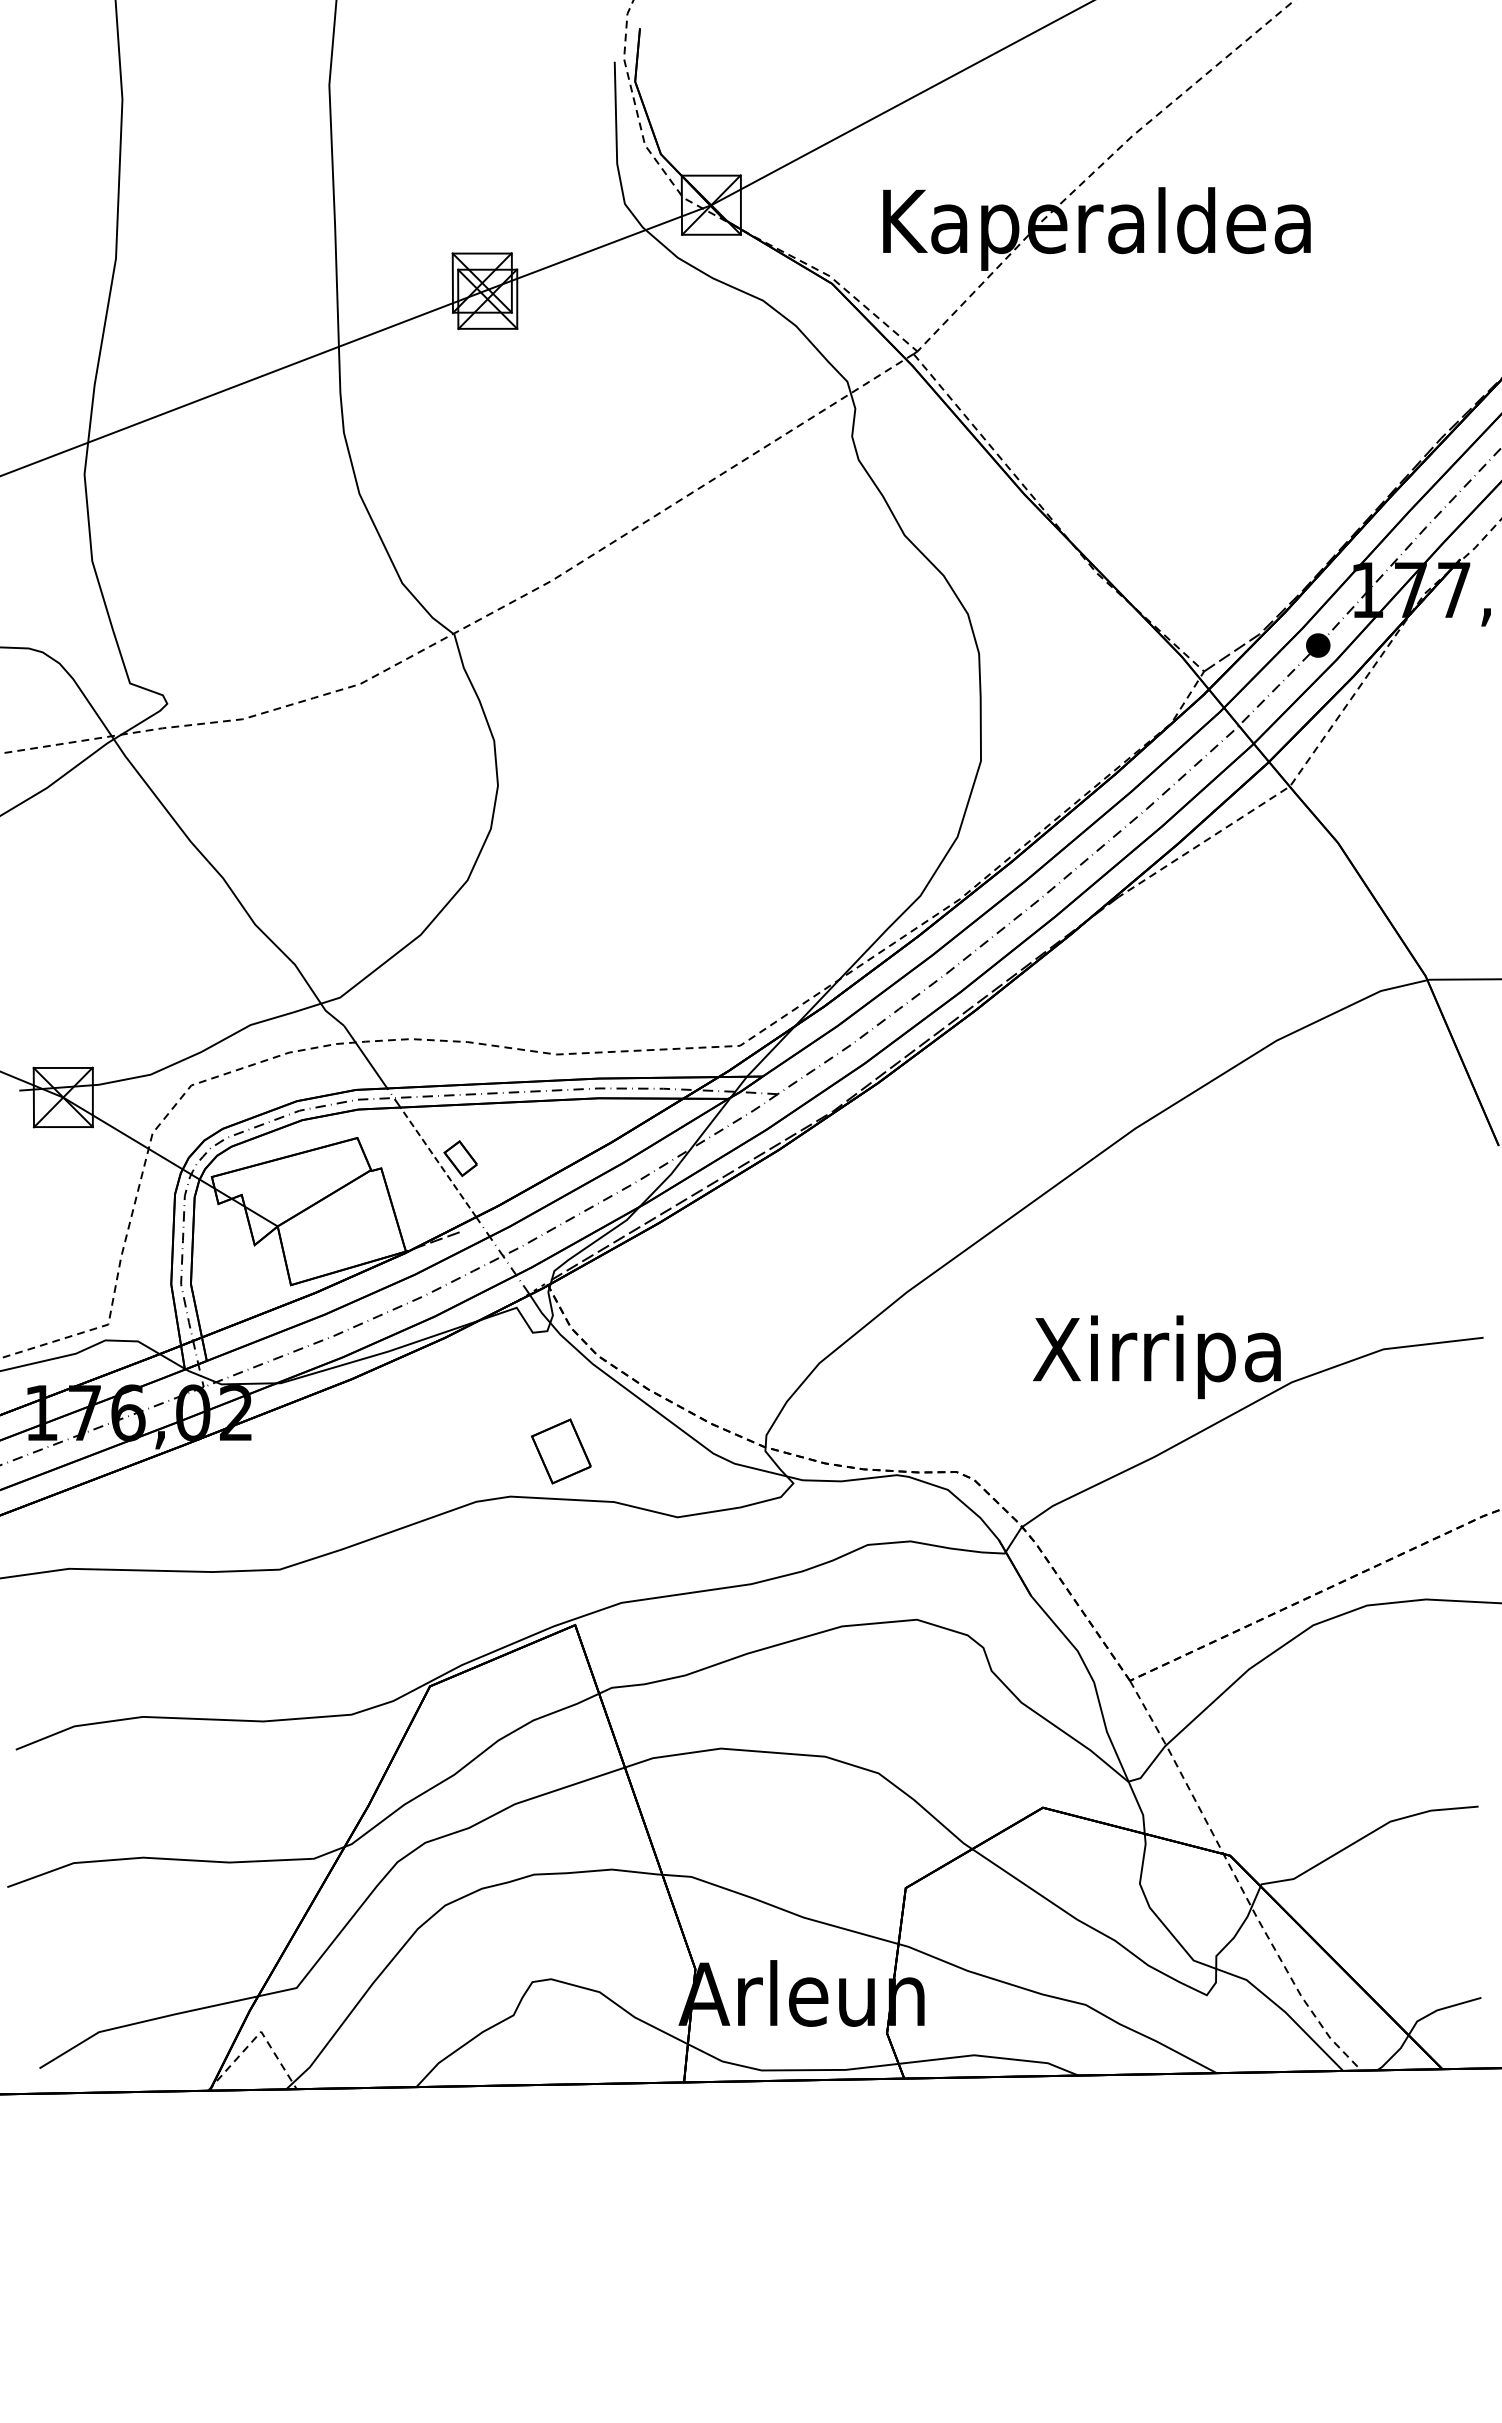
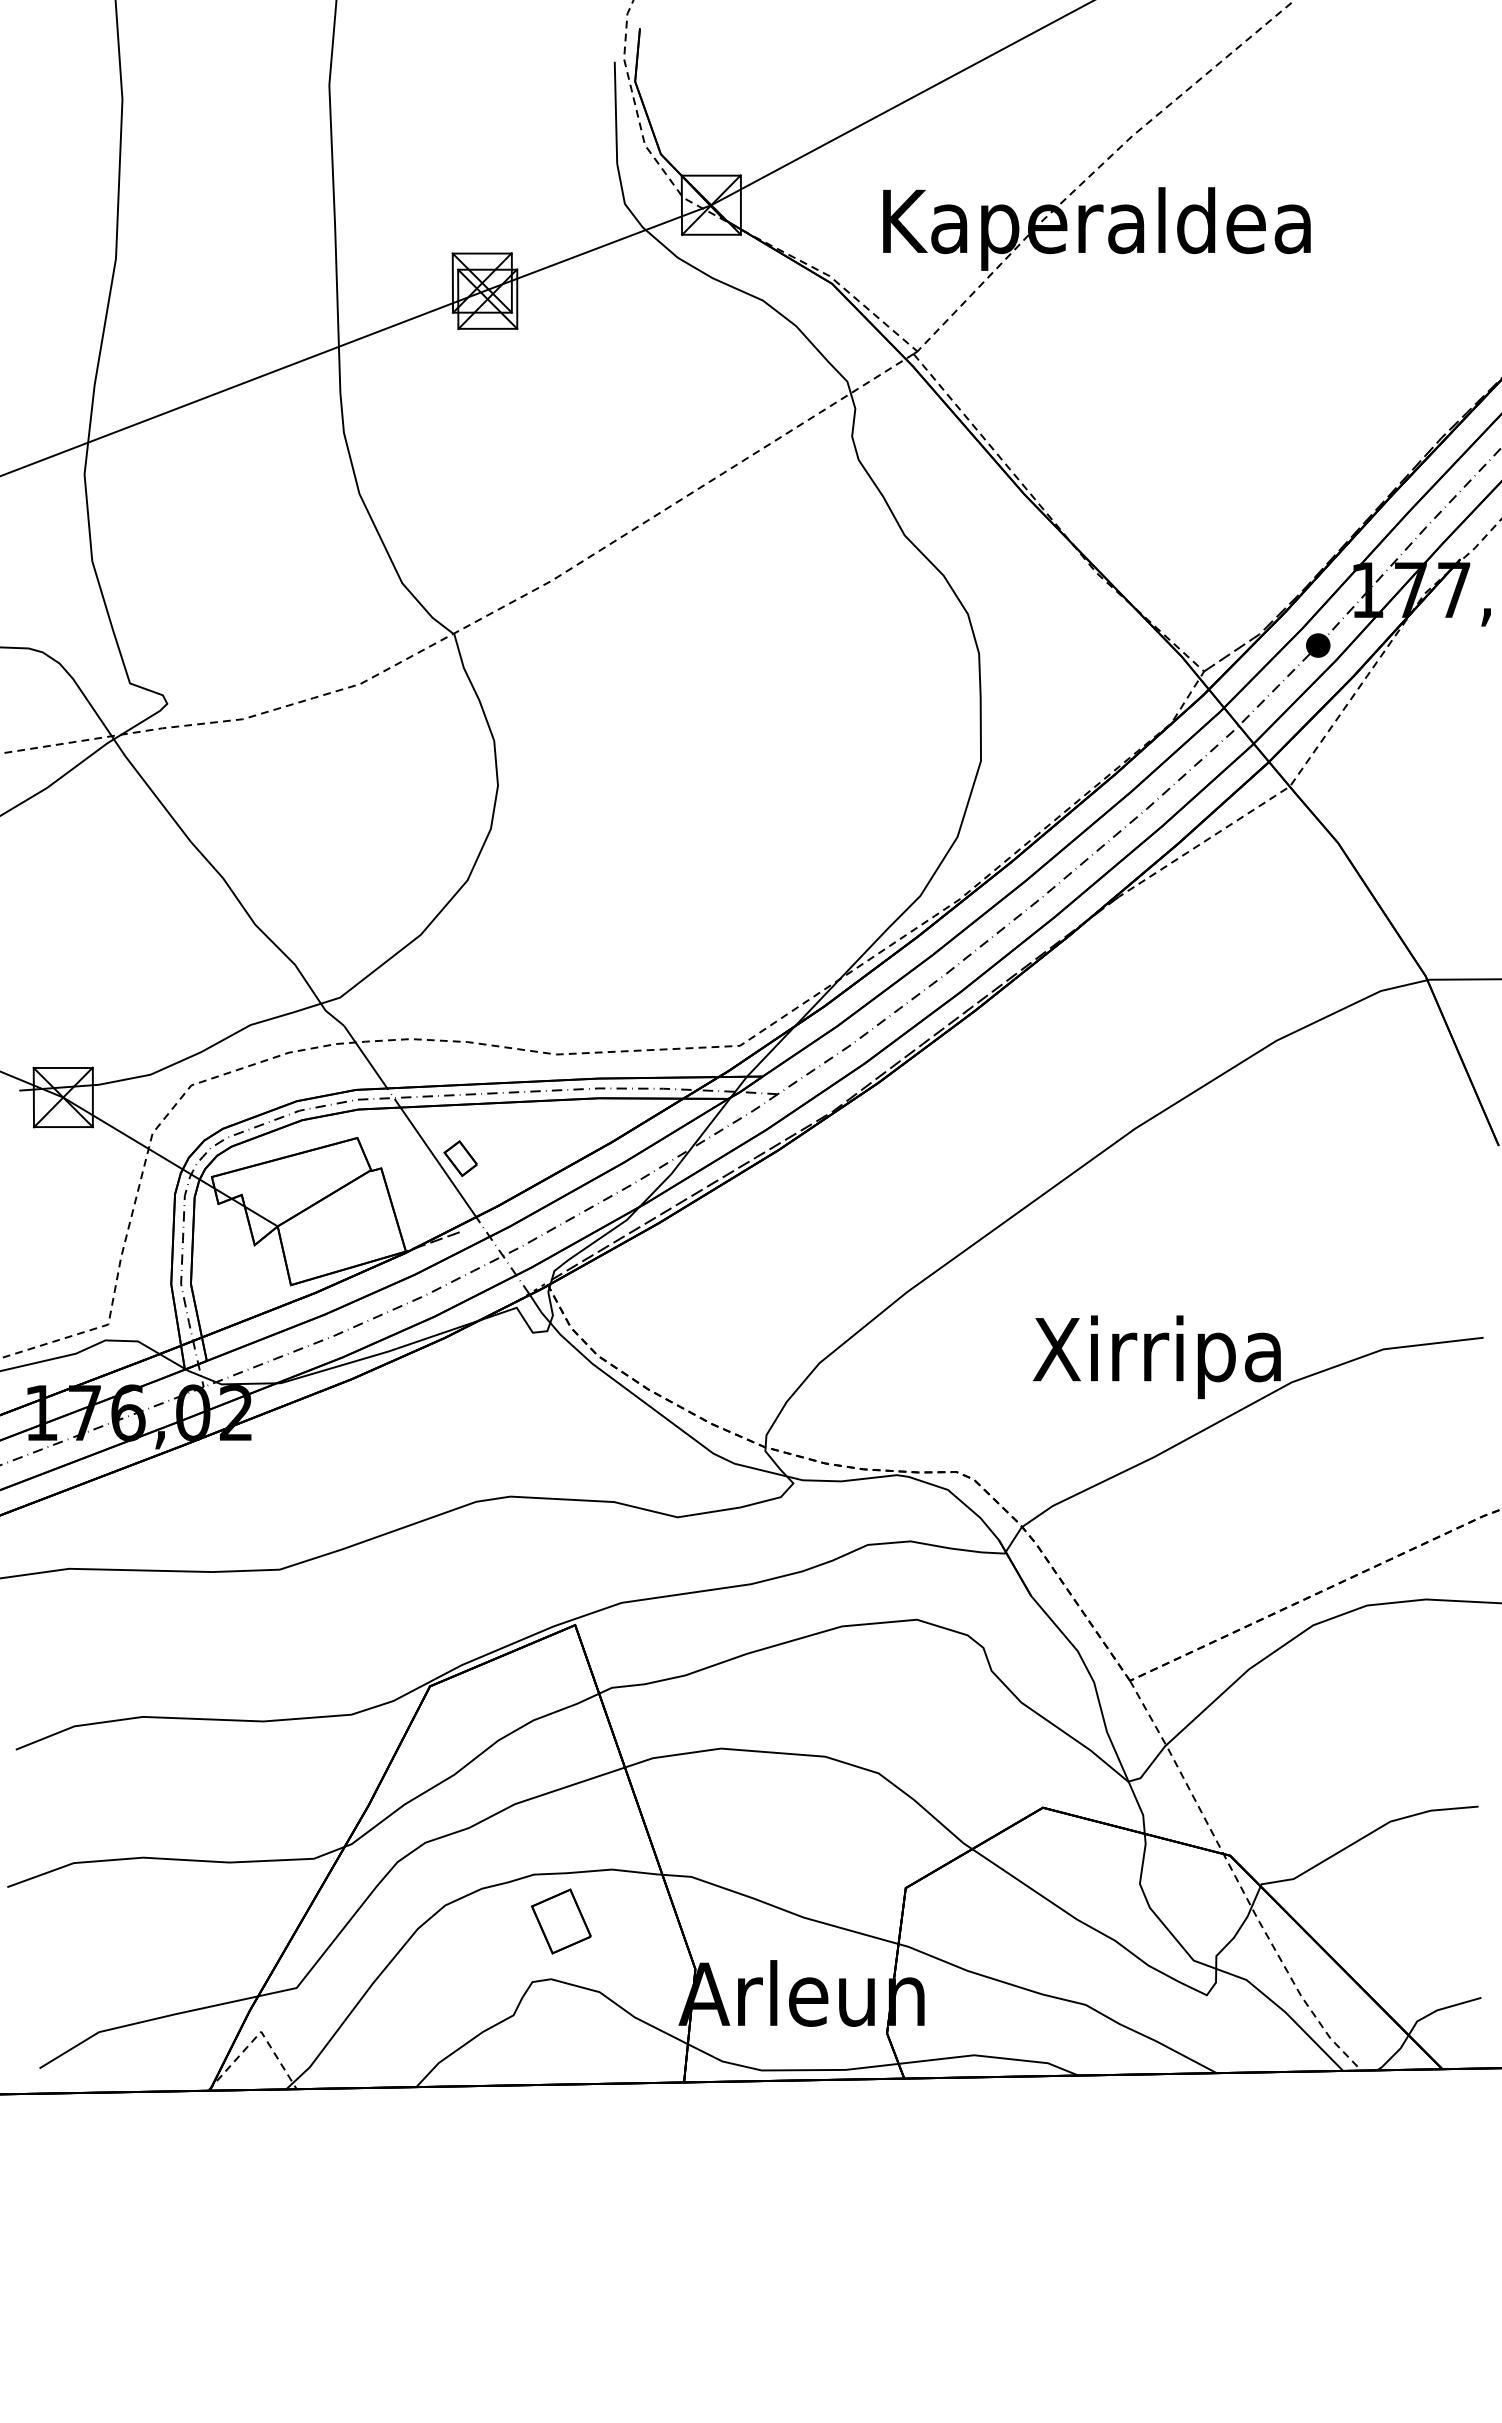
line at (438, 1162): dashed -> solid
part at (561, 1451) position: (561, 1451) -> (561, 1921)
